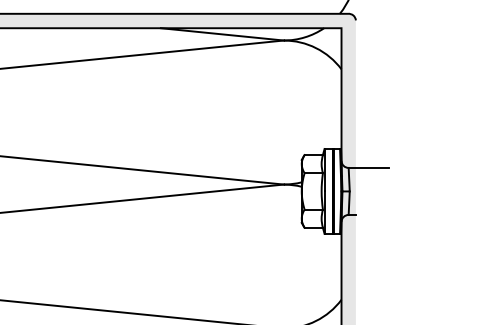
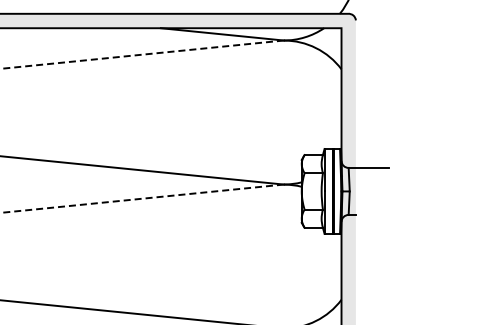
line at (141, 54): solid -> dashed
line at (141, 198): solid -> dashed
